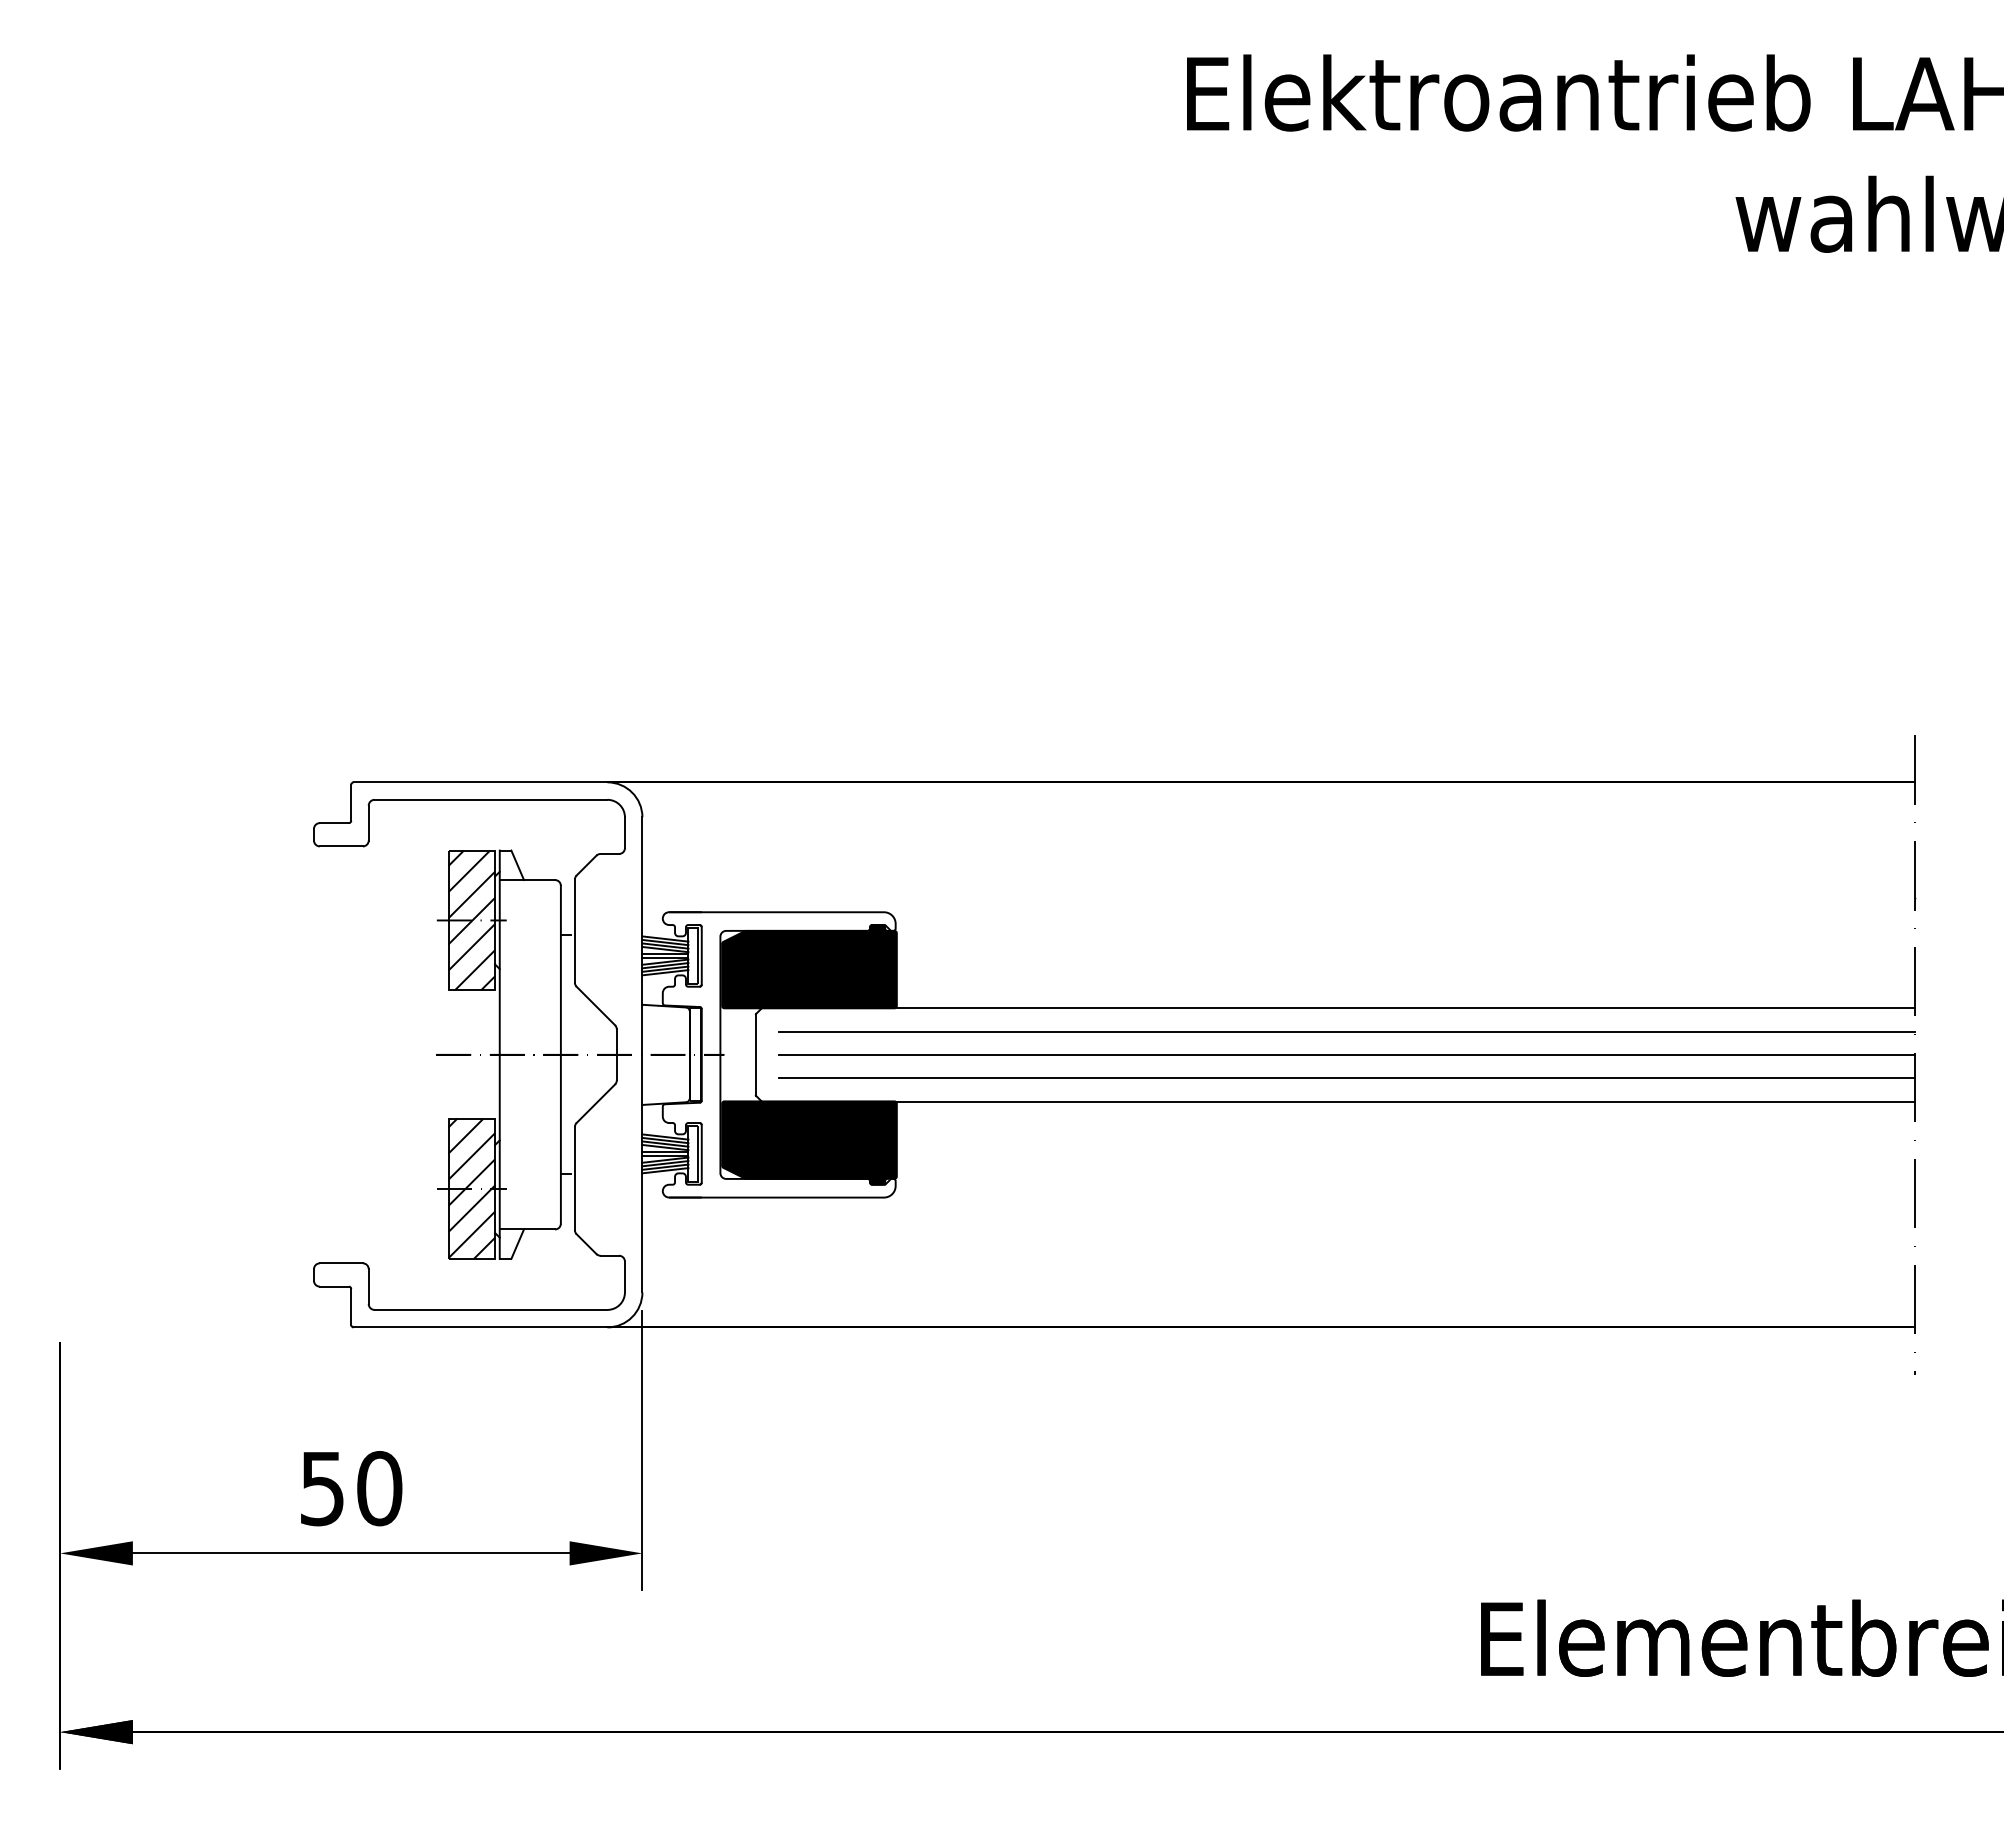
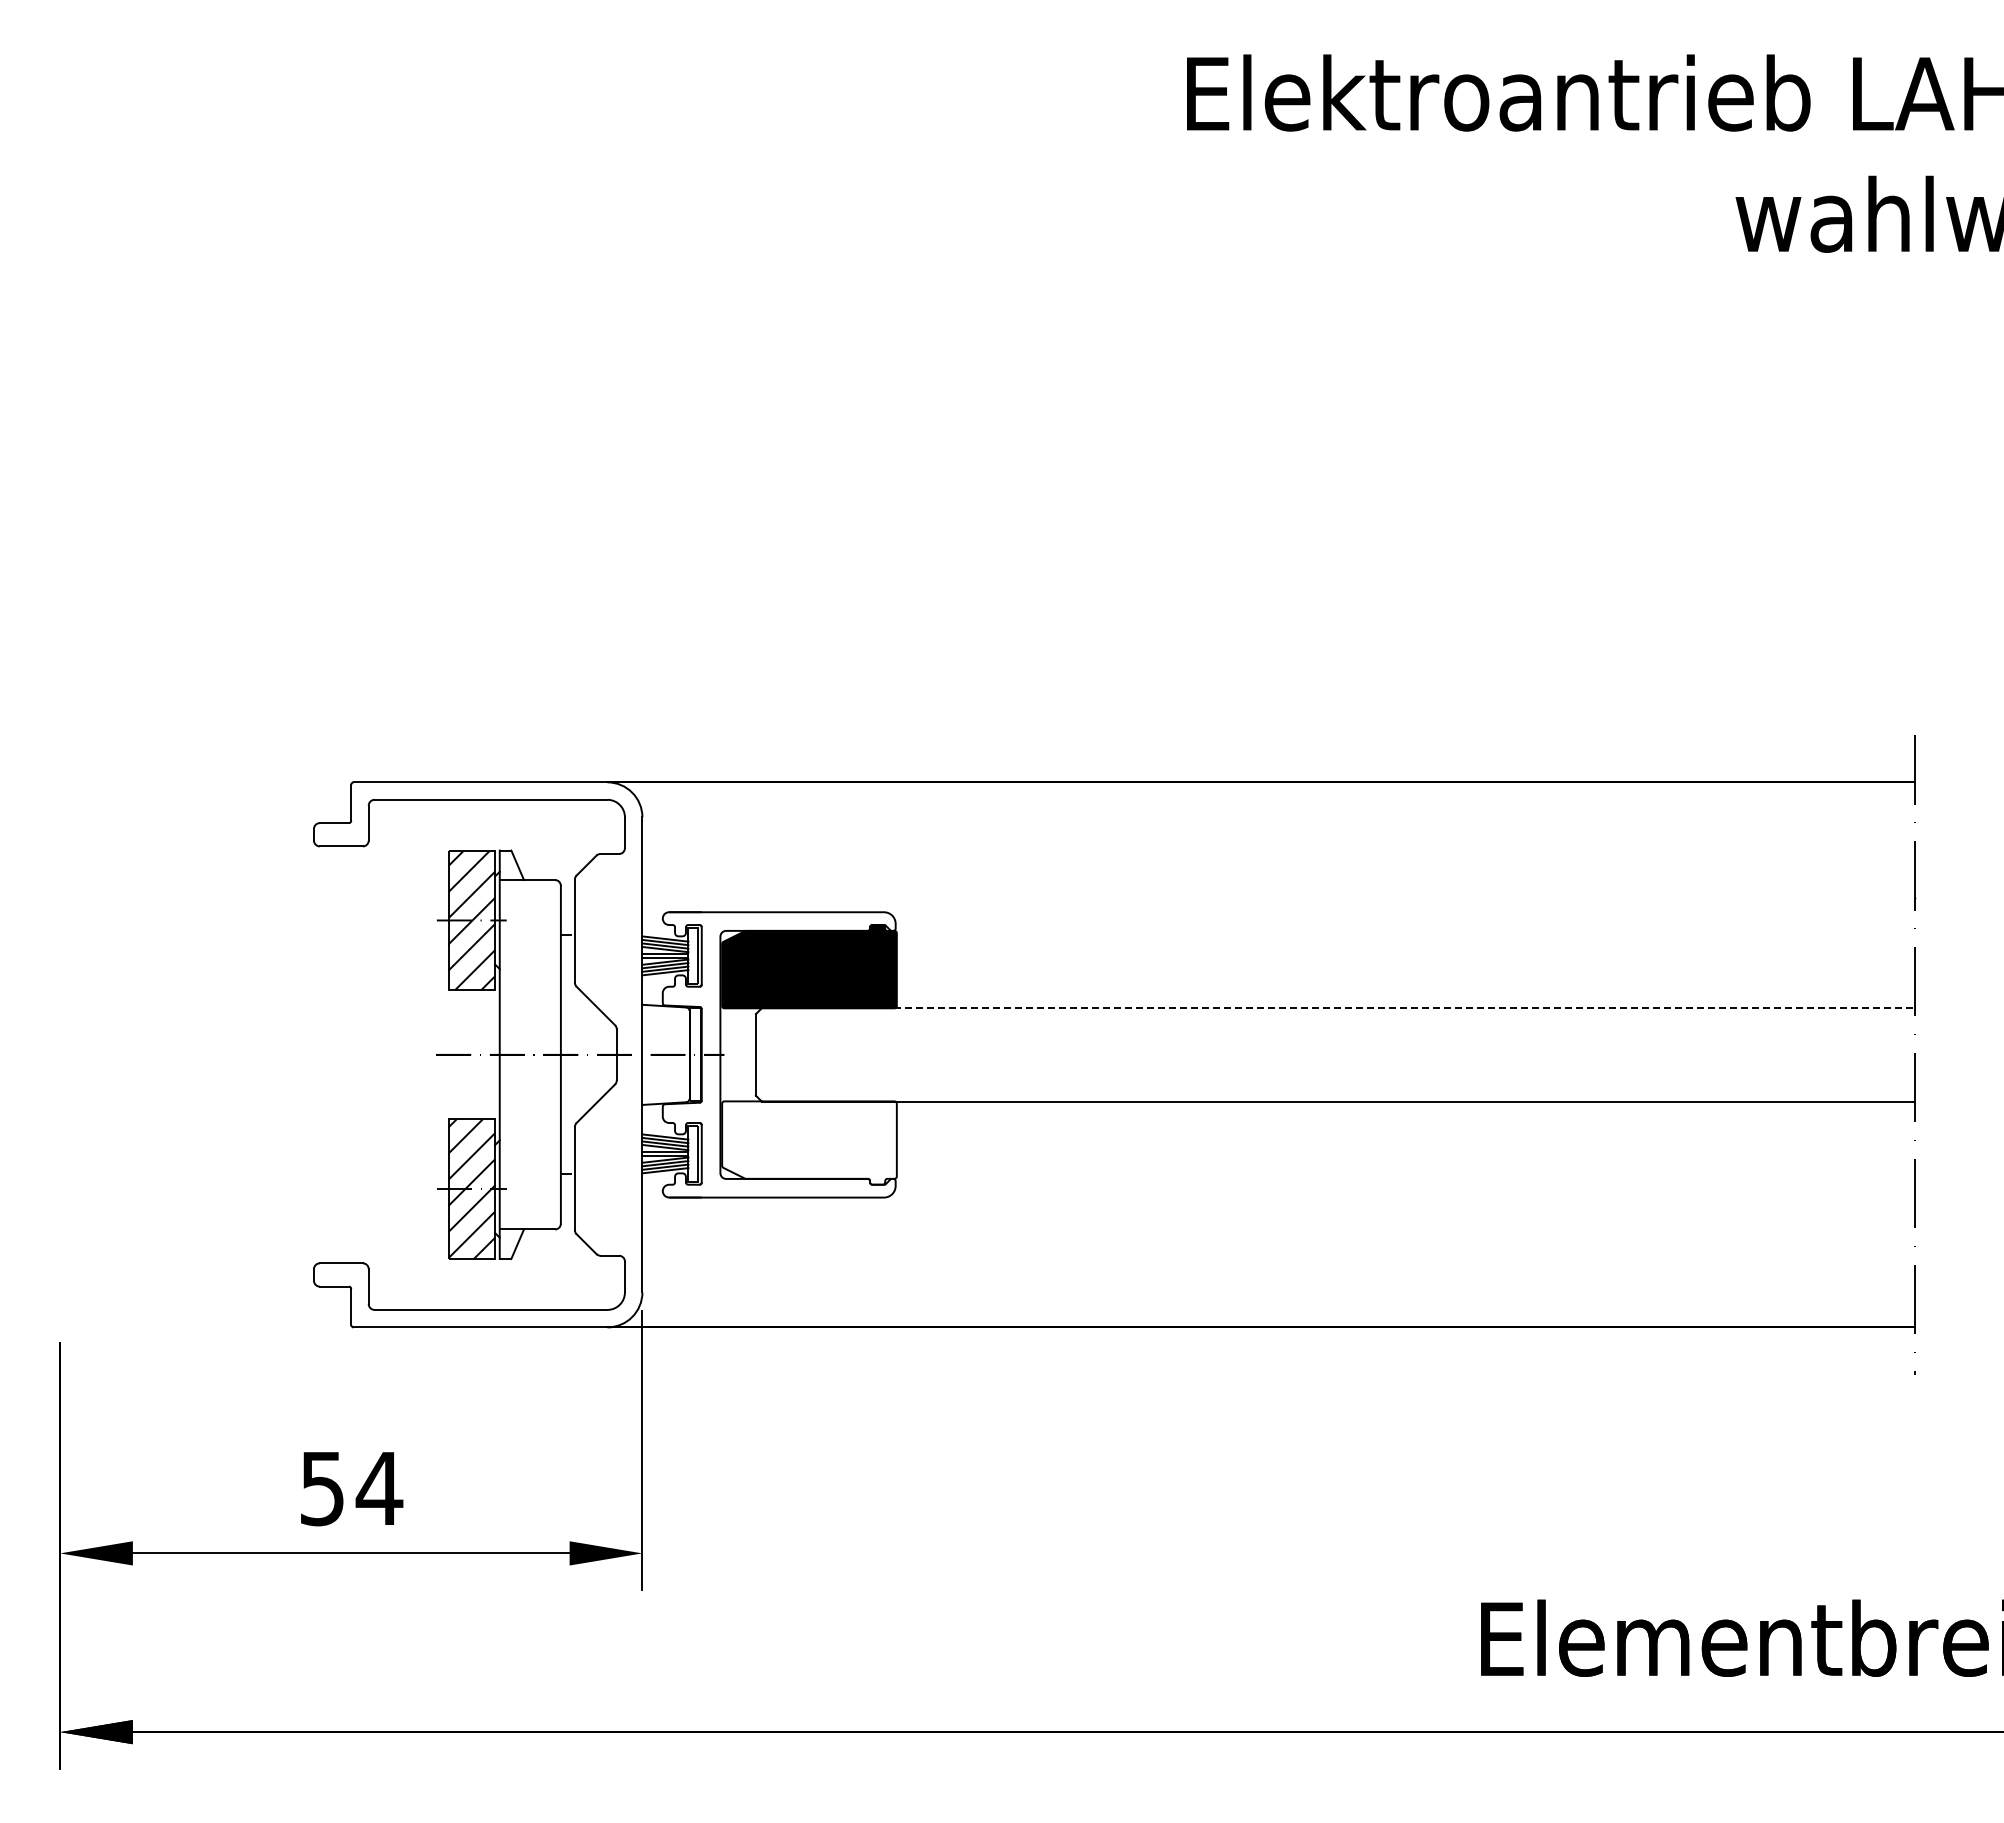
line at (1338, 1008): solid -> dashed
line at (1346, 1031): present -> none
line at (1346, 1054): present -> none
line at (1346, 1078): present -> none
fill at (809, 1142): present -> none
text at (379, 1488): 50 -> 54
